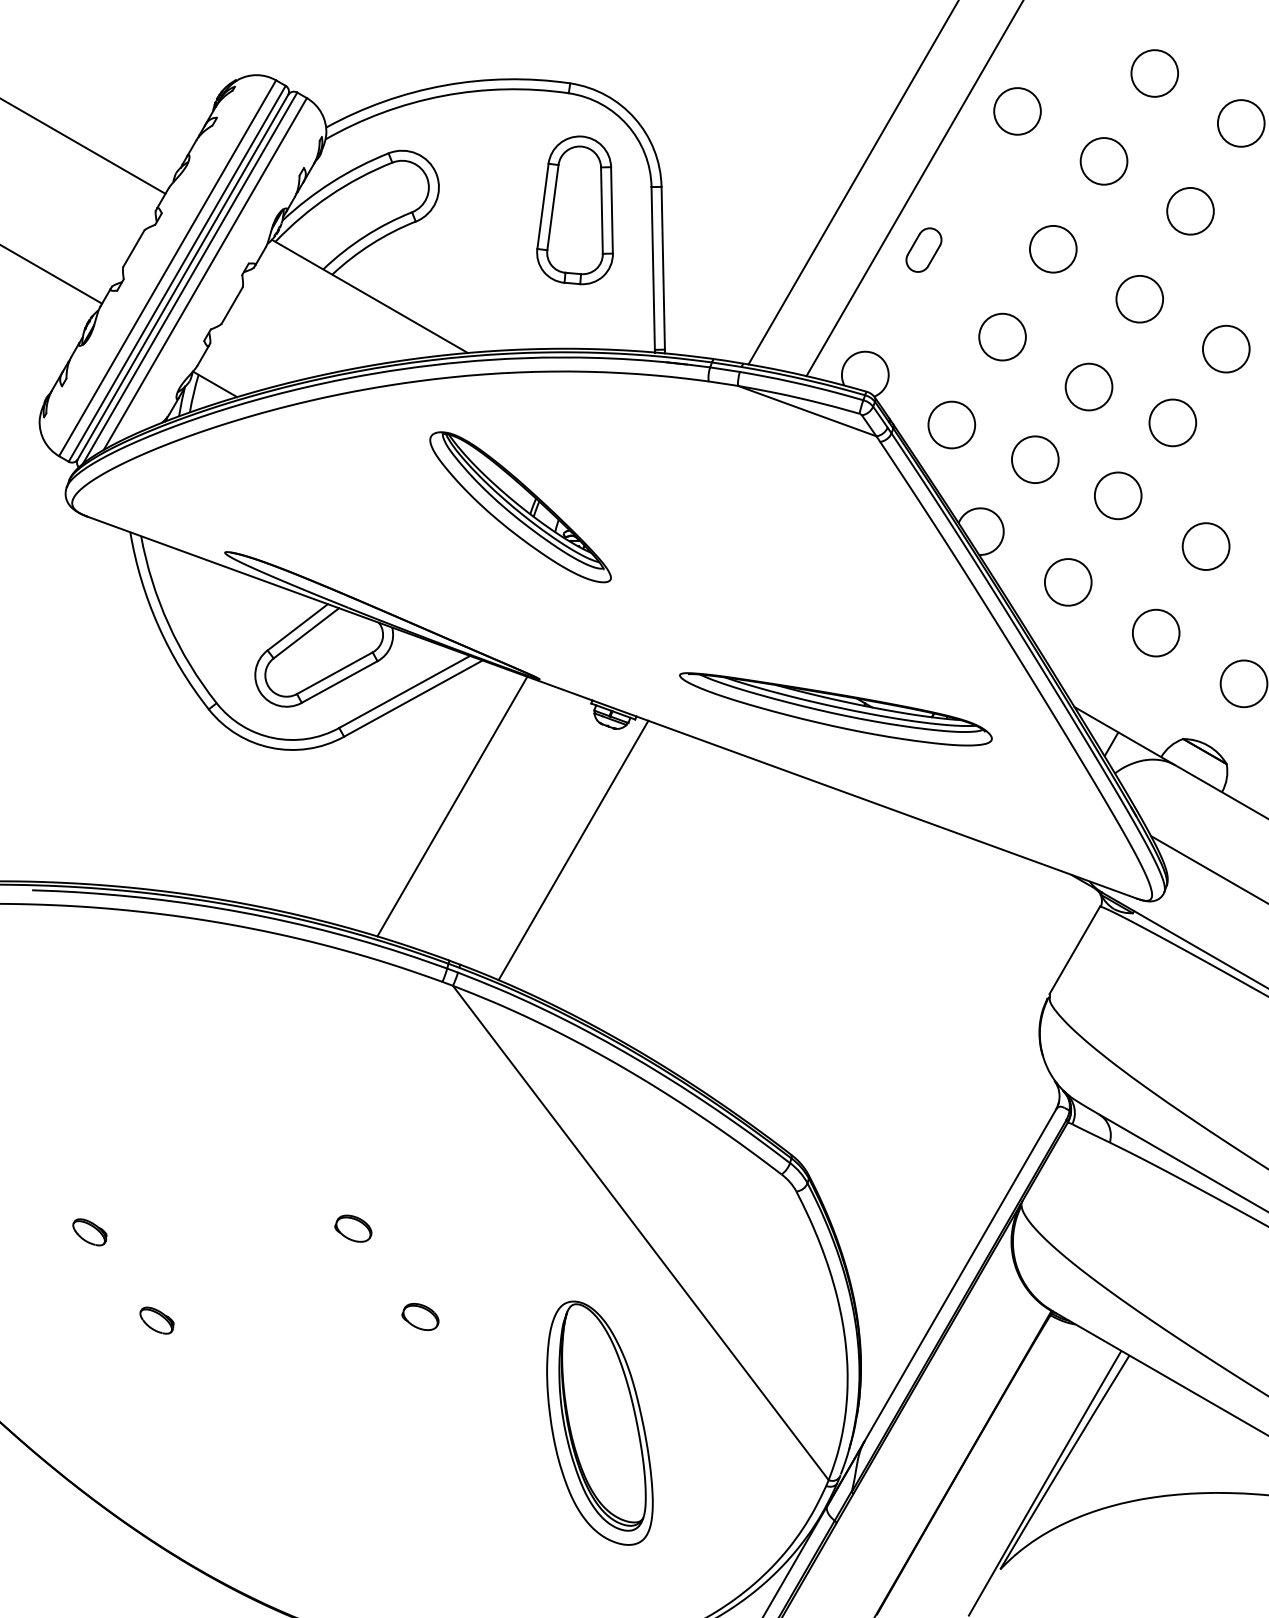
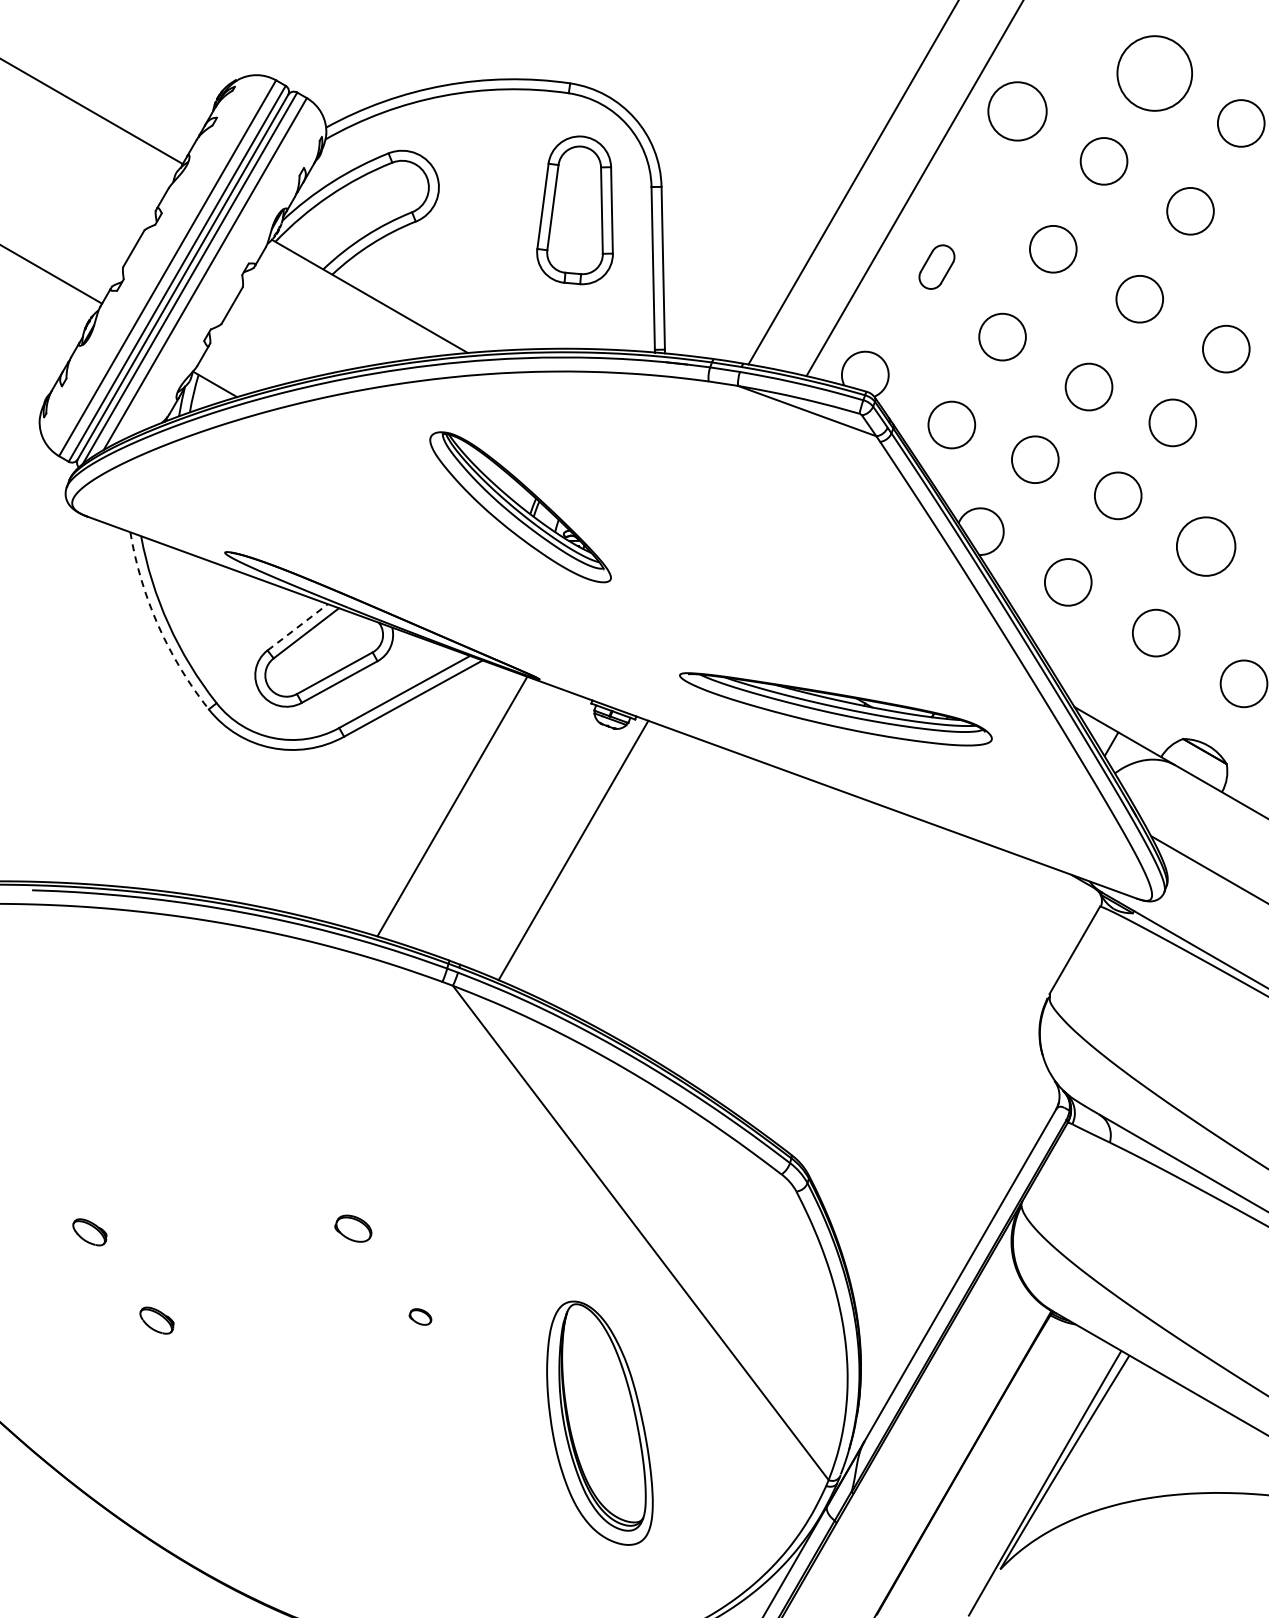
circle at (1154, 73) diameter: 47 px -> 75 px
circle at (1017, 111) diameter: 47 px -> 58 px
line at (83, 146) position: (83, 146) -> (92, 111)
part at (923, 249) position: (923, 249) -> (936, 266)
circle at (1205, 546) size: 50x49 px -> 61x61 px
arc at (158, 625): solid -> dashed
line at (298, 627): solid -> dashed
part at (420, 1316) size: 39x28 px -> 25x18 px
